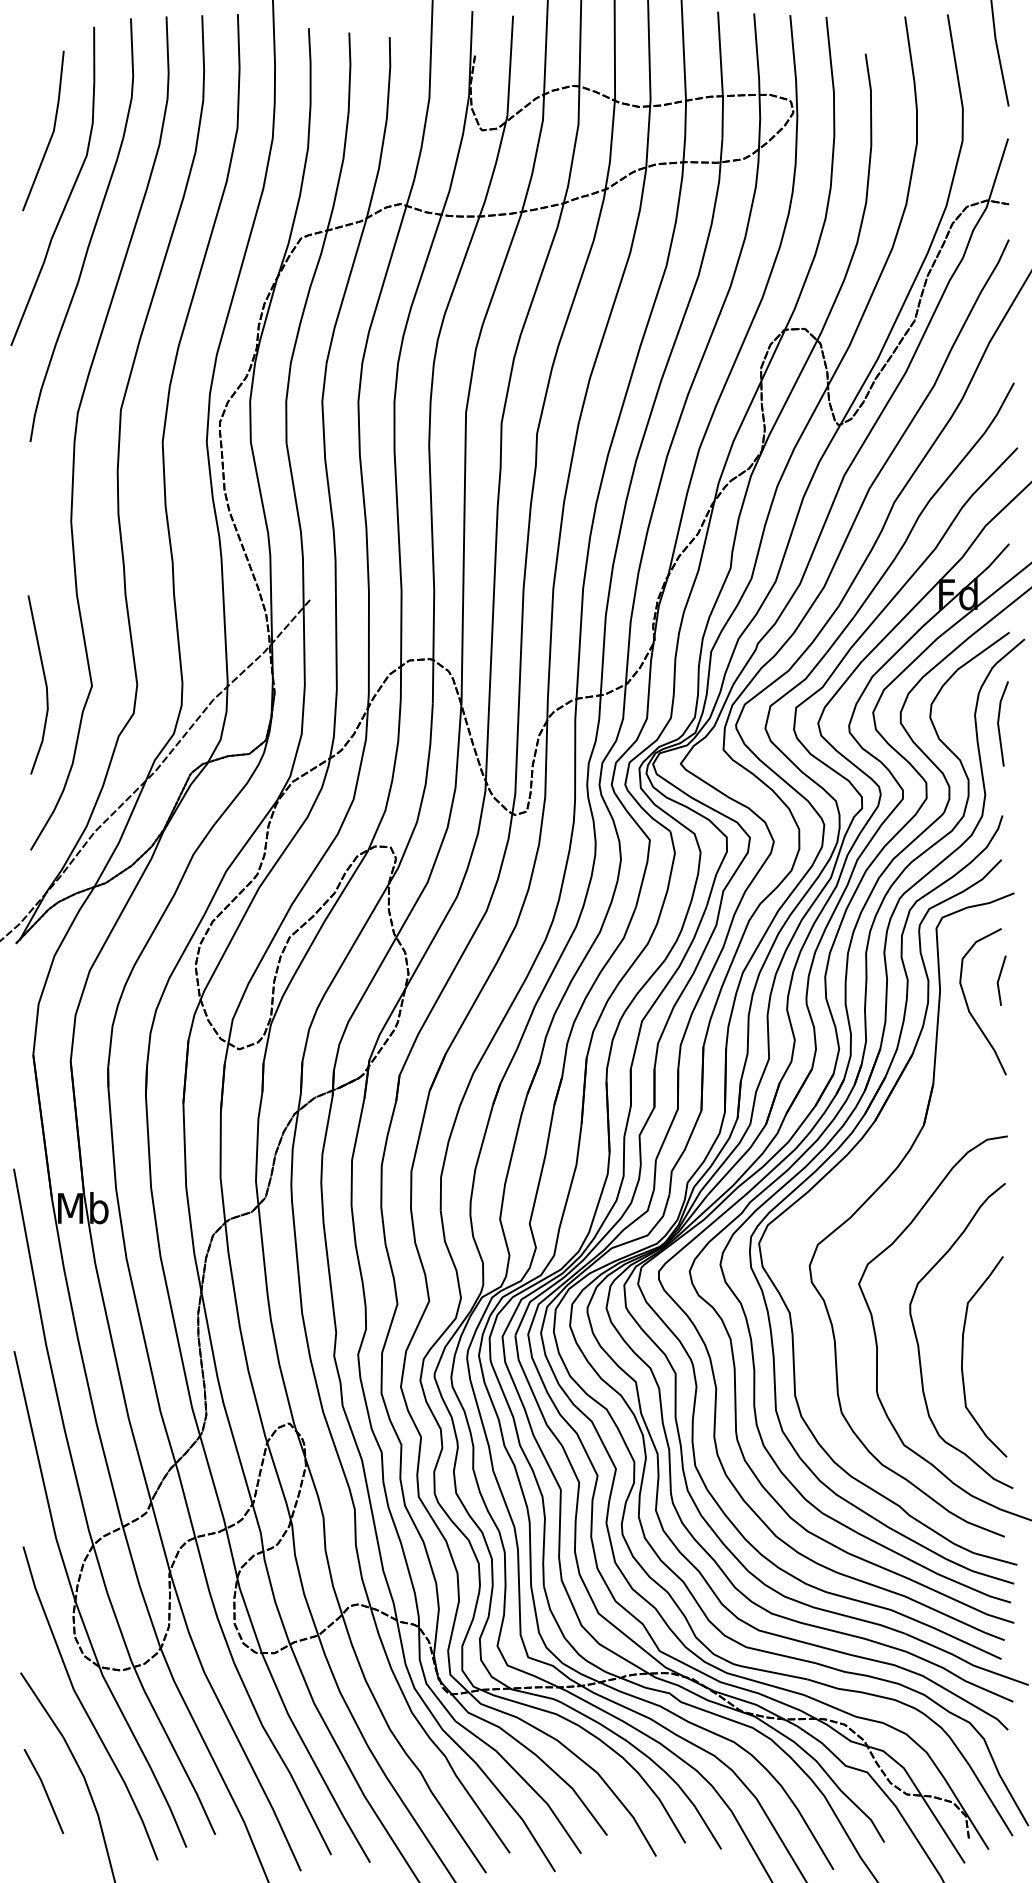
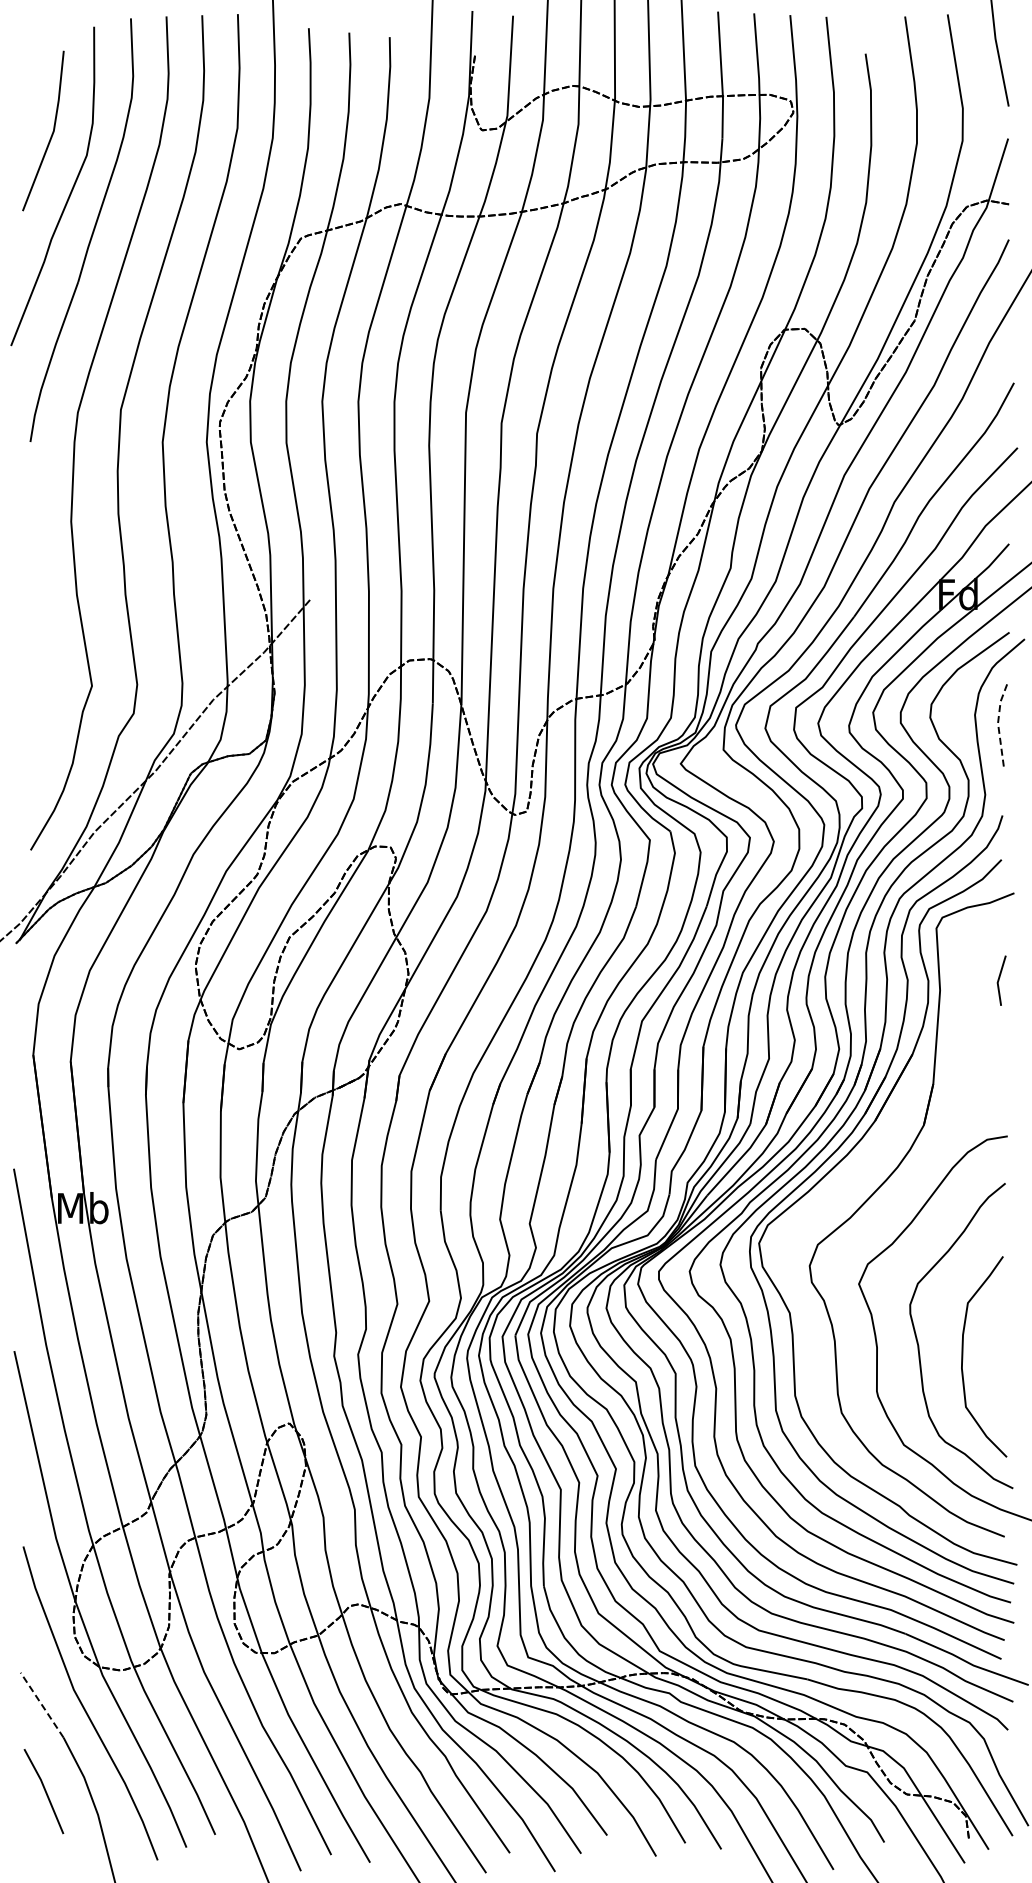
line at (44, 681): present -> none
line at (998, 723): solid -> dashed
curve at (968, 1005): present -> none
line at (42, 1705): solid -> dashed
